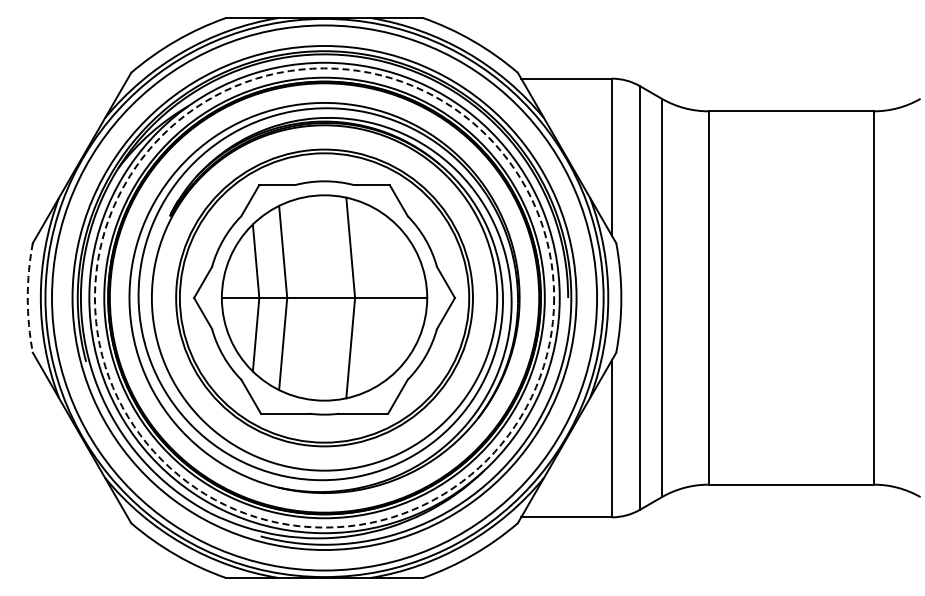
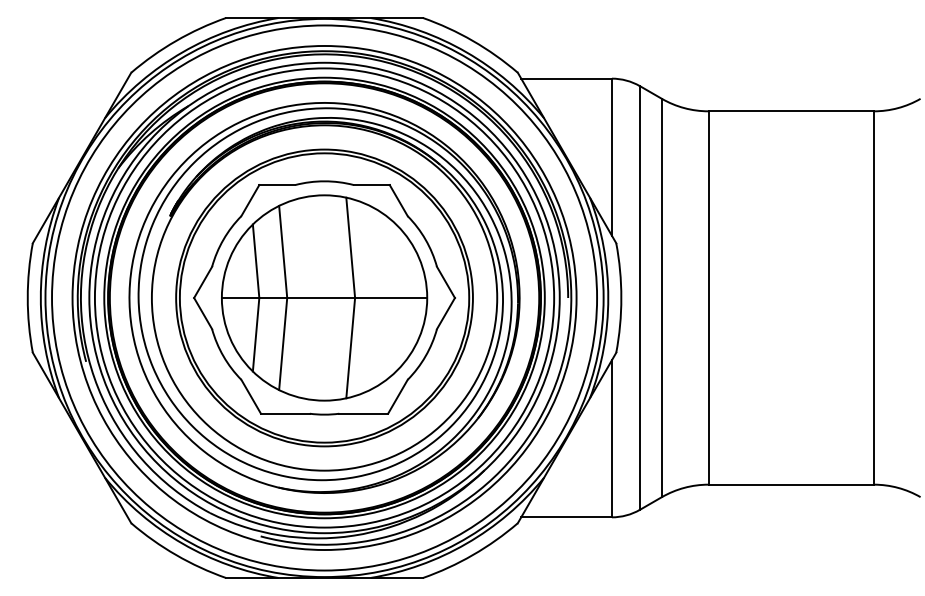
circle at (324, 297): dashed -> solid
arc at (27, 298): dashed -> solid
